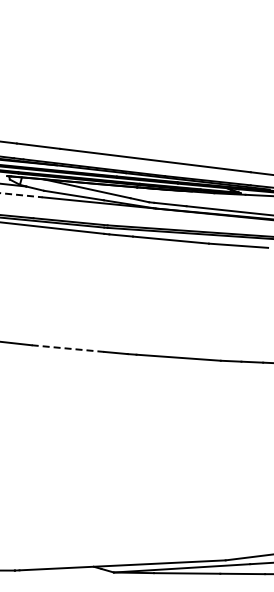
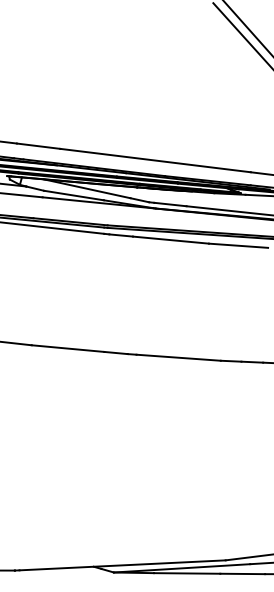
line at (247, 27): none -> present
line at (241, 34): none -> present
line at (21, 195): dashed -> solid
line at (68, 348): dashed -> solid
